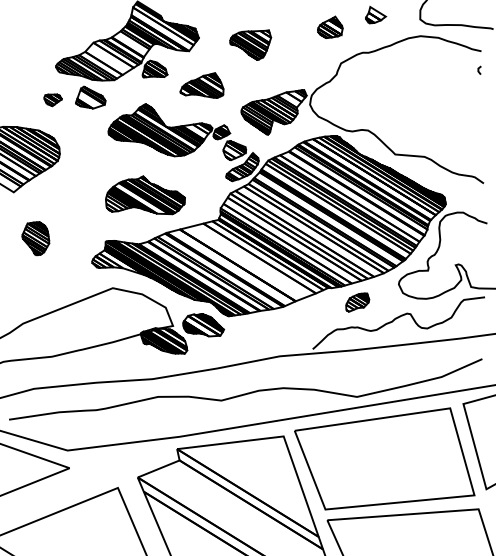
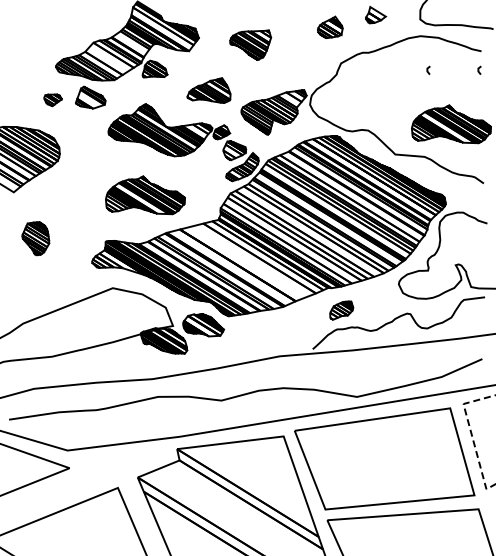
line at (428, 69): none -> present
part at (201, 85) position: (201, 85) -> (208, 90)
part at (451, 124): none -> present
part at (357, 302) position: (357, 302) -> (341, 310)
line at (471, 435): solid -> dashed
